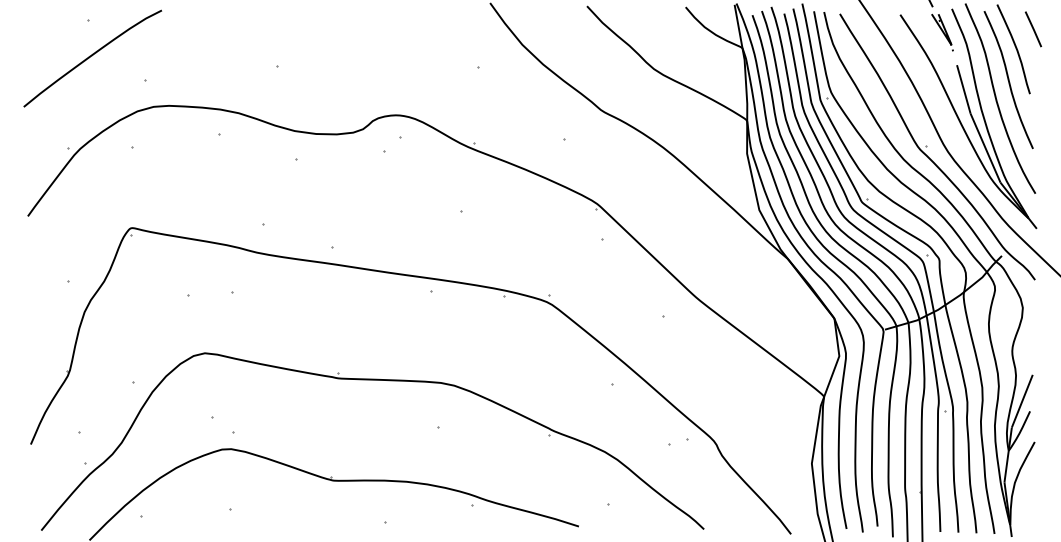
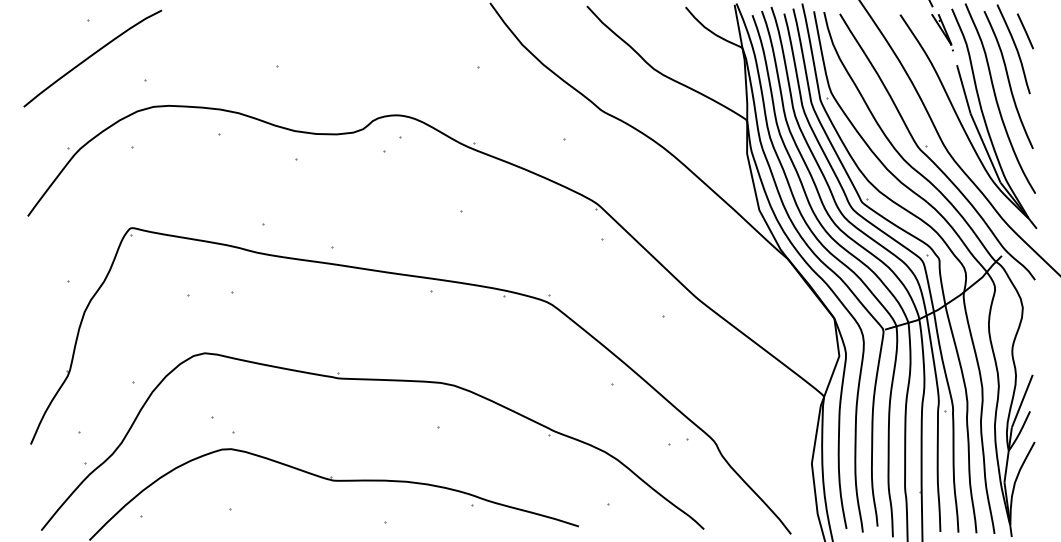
line at (1033, 29) position: (1033, 29) -> (1025, 31)
